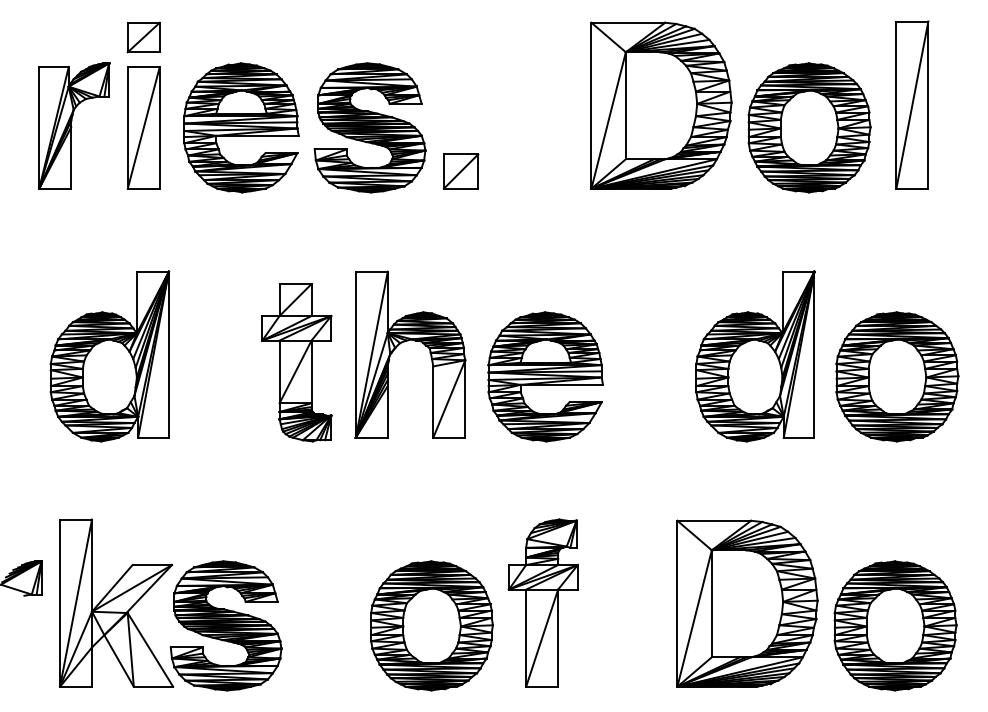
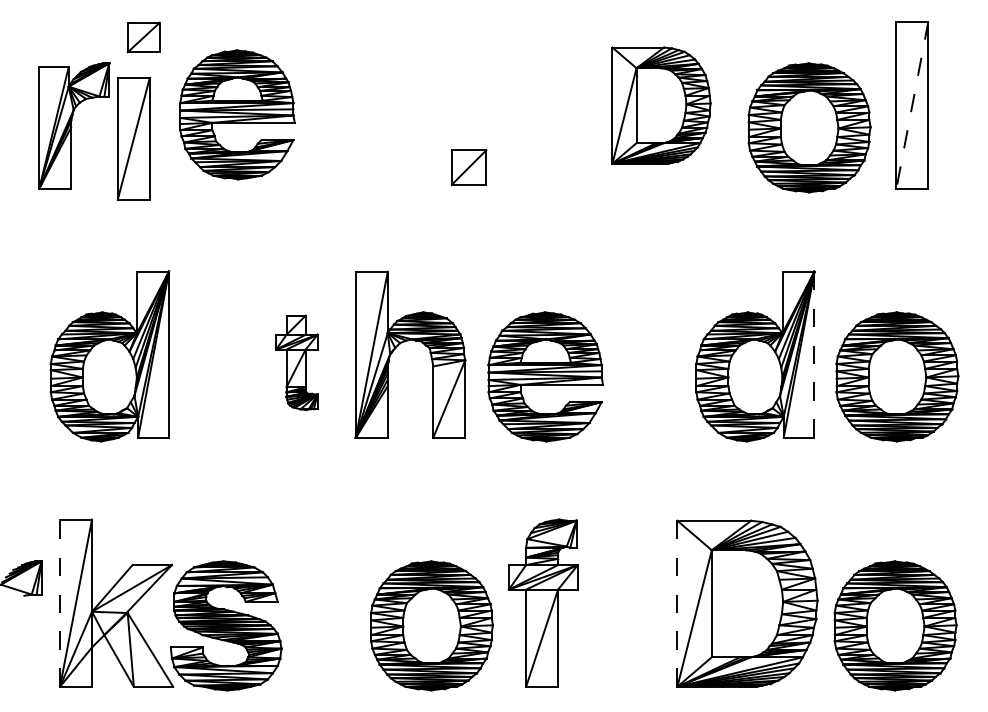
part at (661, 105) size: 143x169 px -> 101x119 px
line at (912, 105): solid -> dashed
part at (143, 127) position: (143, 127) -> (133, 138)
part at (241, 127) position: (241, 127) -> (237, 114)
part at (369, 127): present -> none
part at (460, 171) position: (460, 171) -> (468, 167)
line at (814, 355): solid -> dashed
part at (296, 362) size: 72x160 px -> 44x98 px
line at (60, 603): solid -> dashed
line at (677, 603): solid -> dashed
